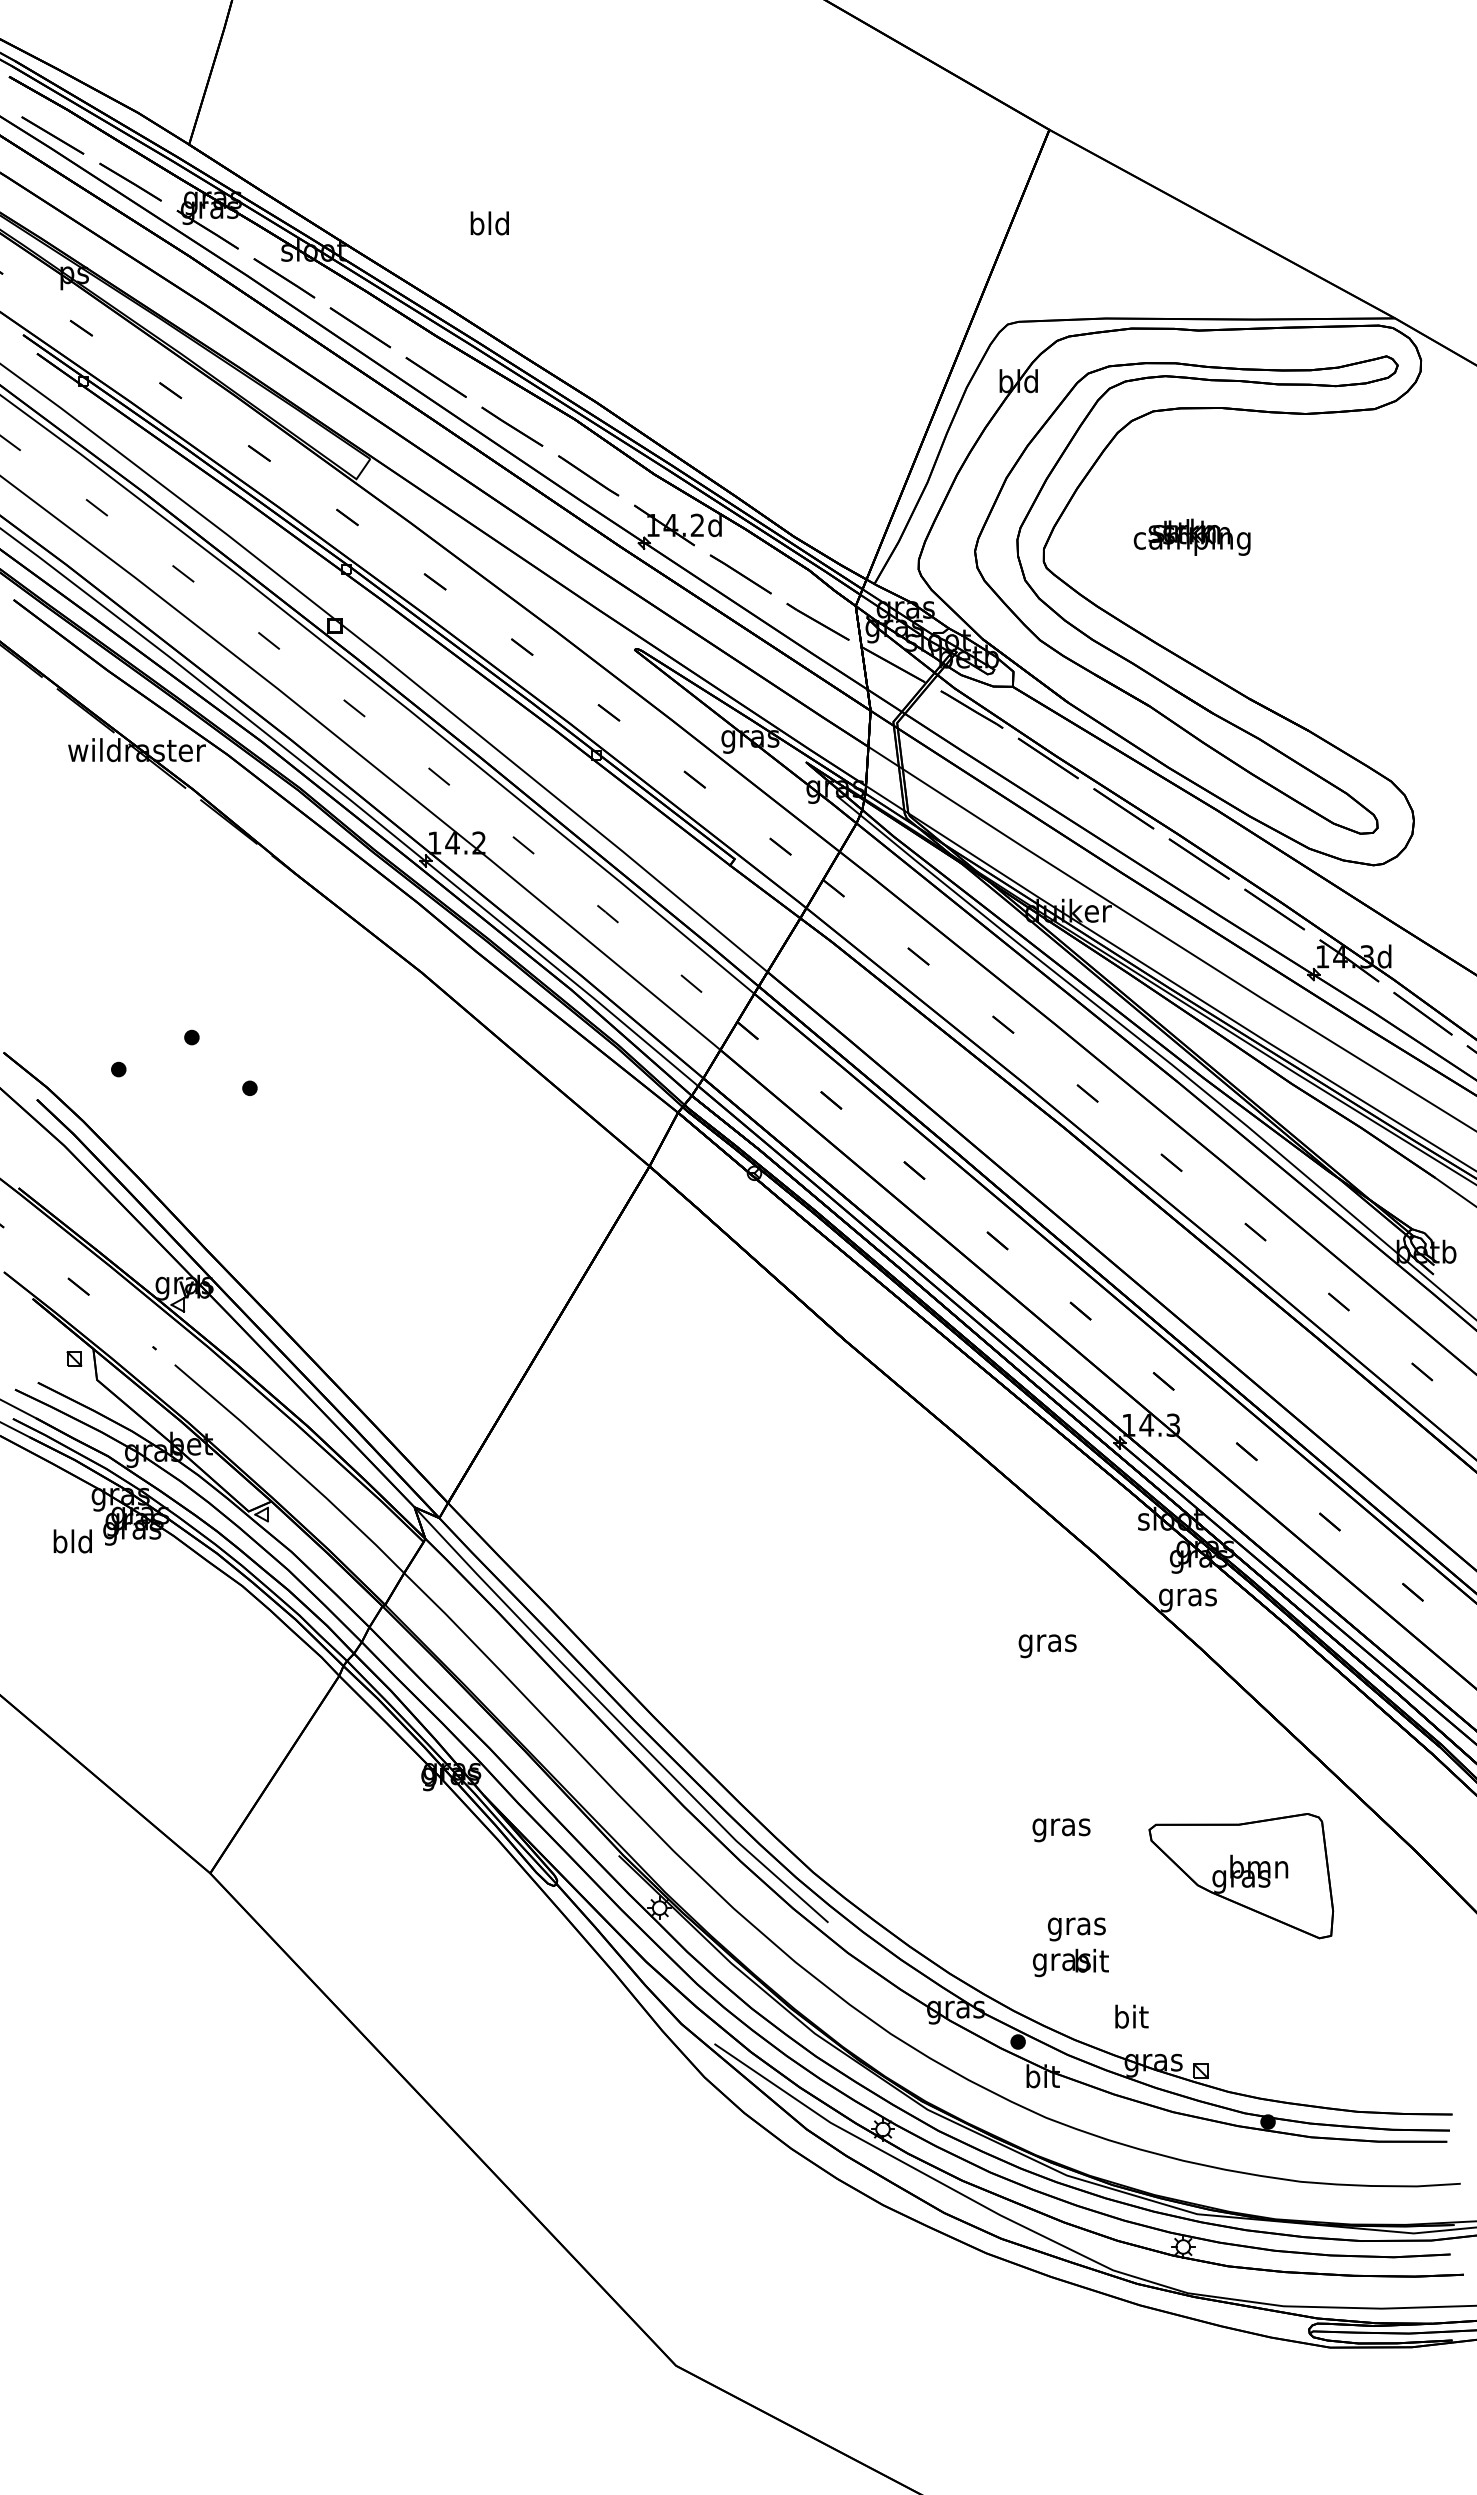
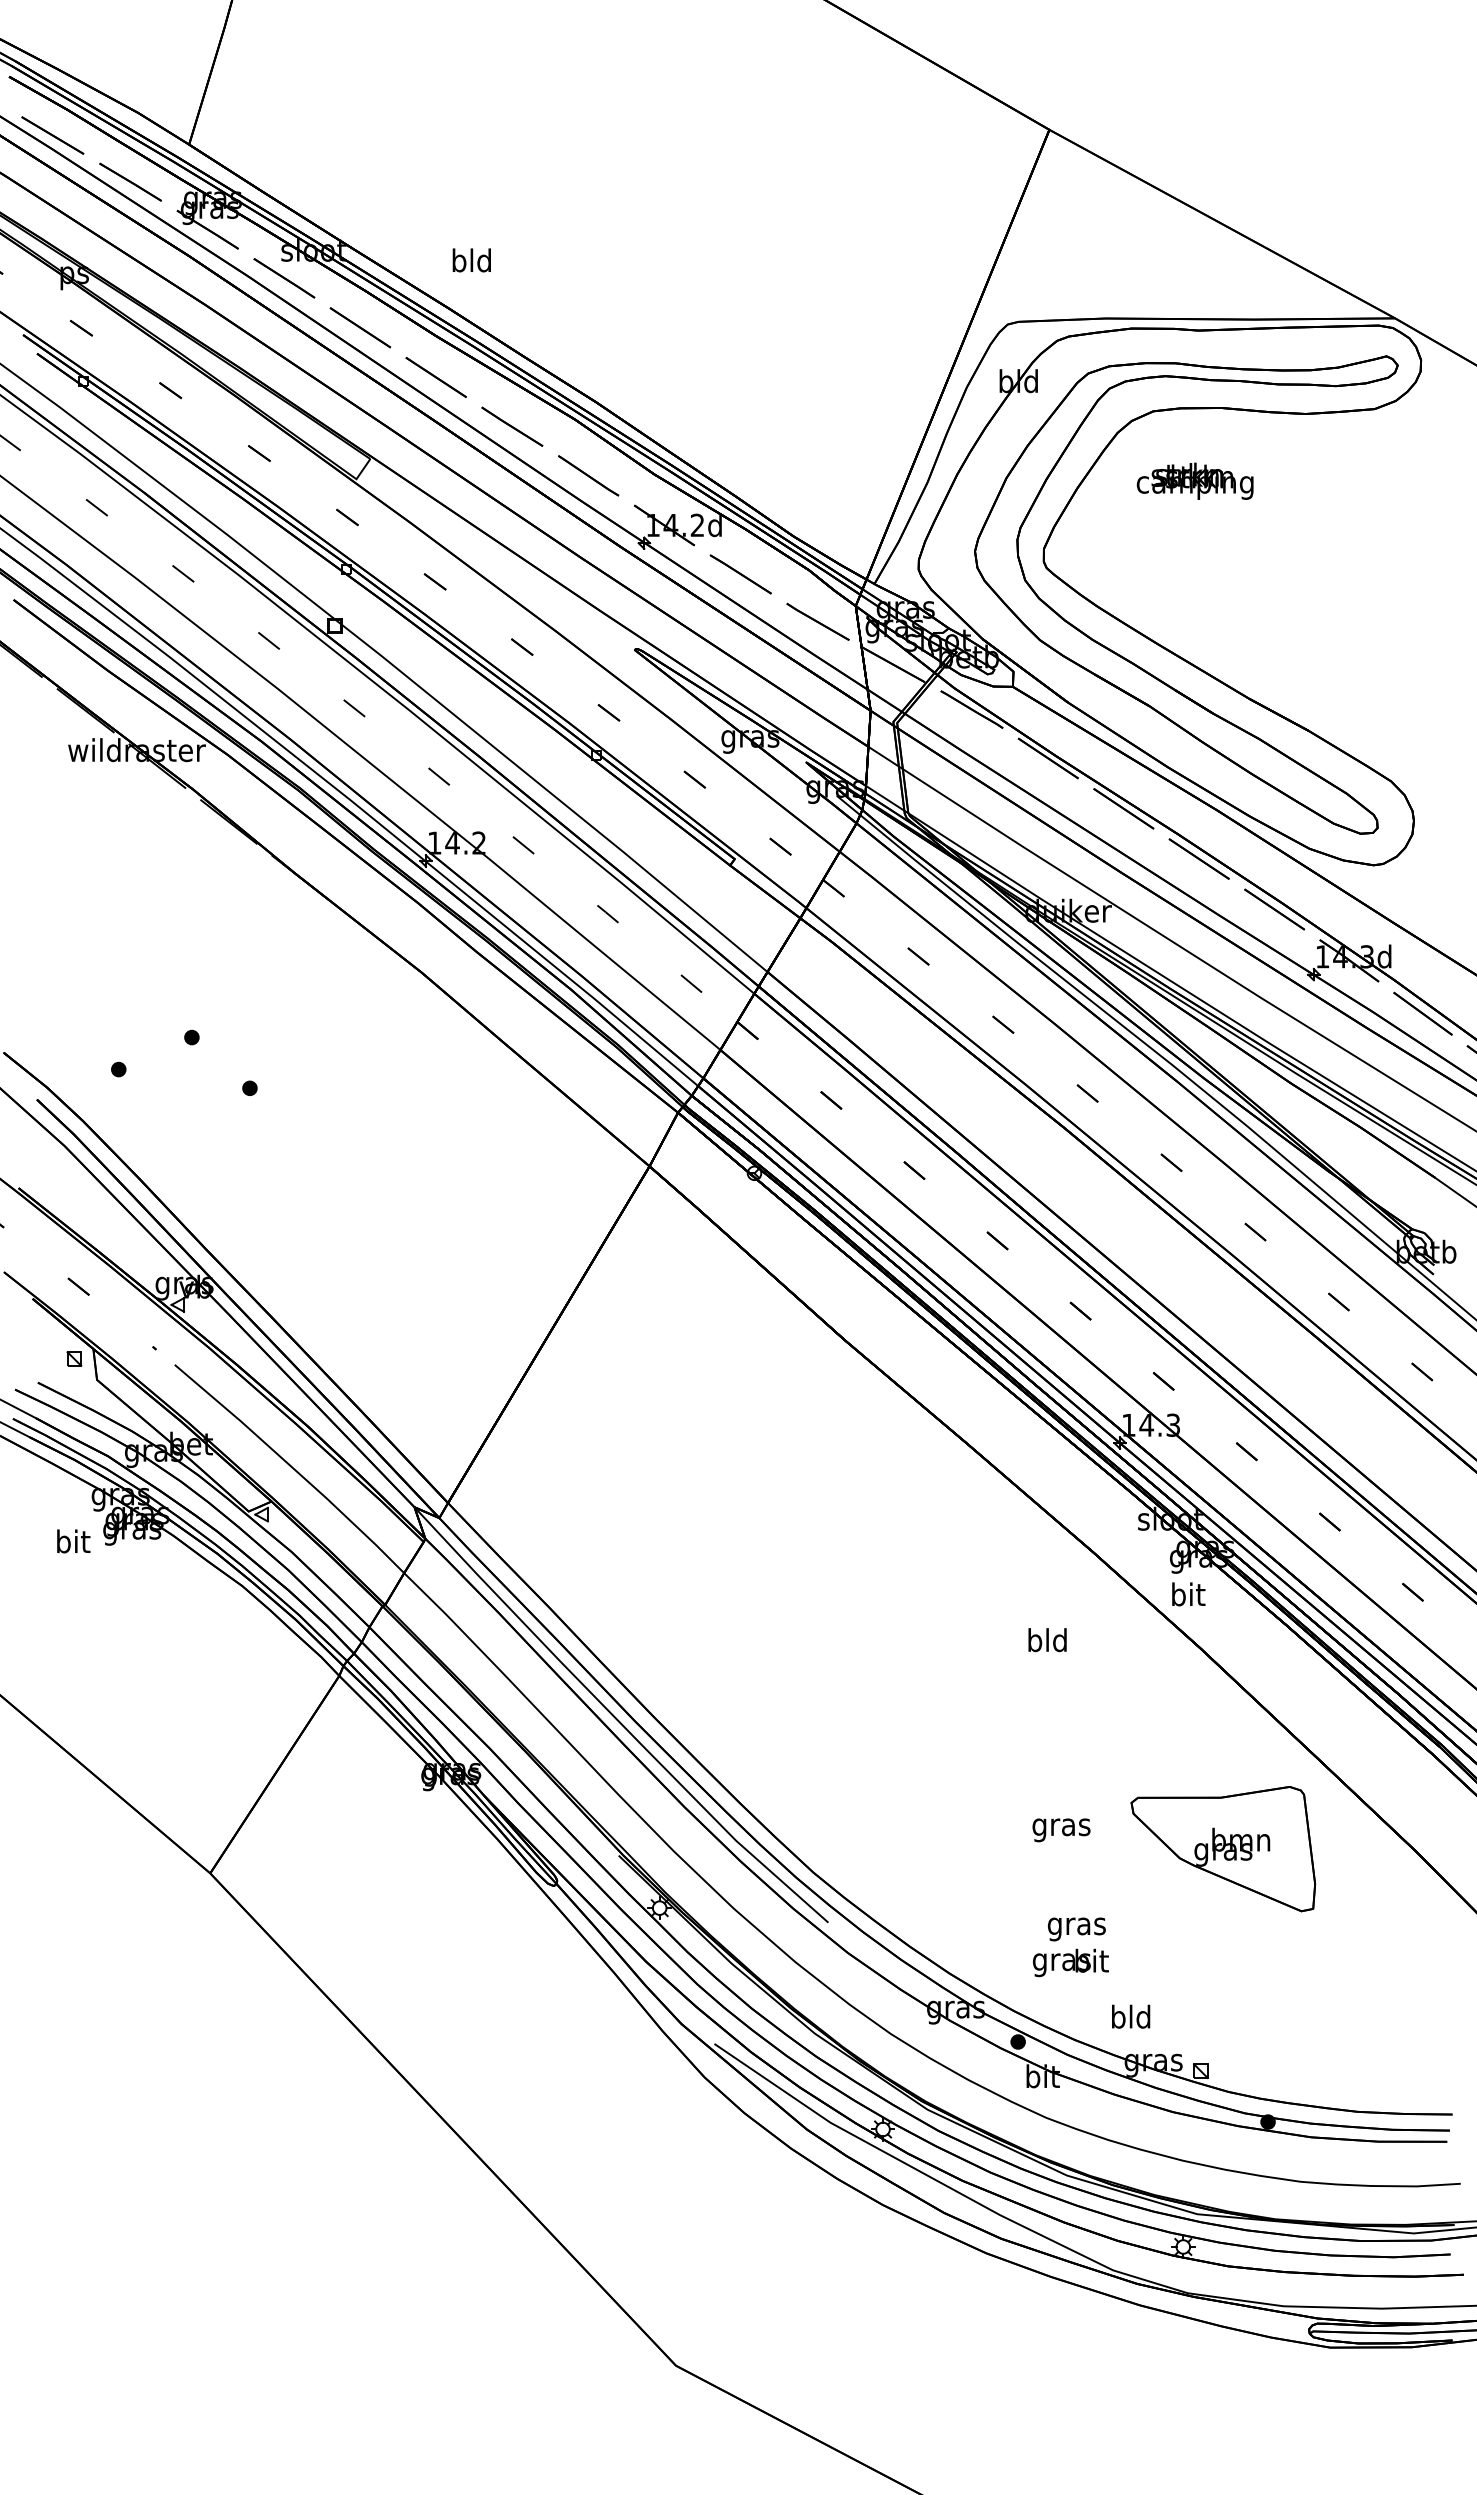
text at (489, 223) position: (489, 223) -> (471, 260)
text at (1191, 536) position: (1191, 536) -> (1194, 480)
text at (72, 1541): bld -> bit
text at (1187, 1597): gras -> bit
text at (1047, 1643): gras -> bld
part at (1241, 1876) position: (1241, 1876) -> (1223, 1849)
text at (1131, 2016): bit -> bld
